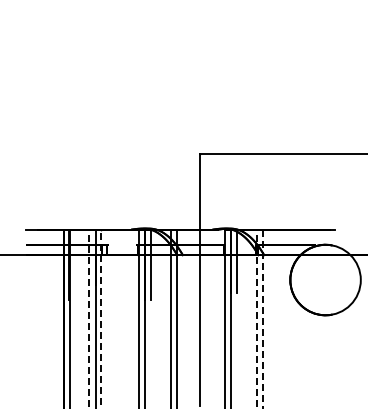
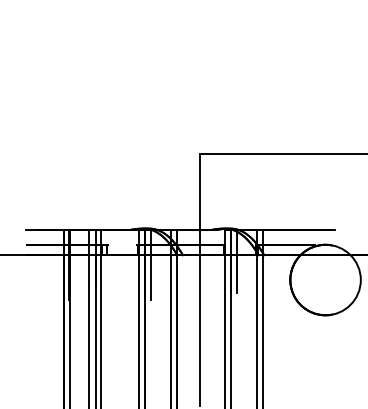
line at (89, 318): dashed -> solid
line at (101, 318): dashed -> solid
line at (256, 318): dashed -> solid
line at (262, 319): dashed -> solid
